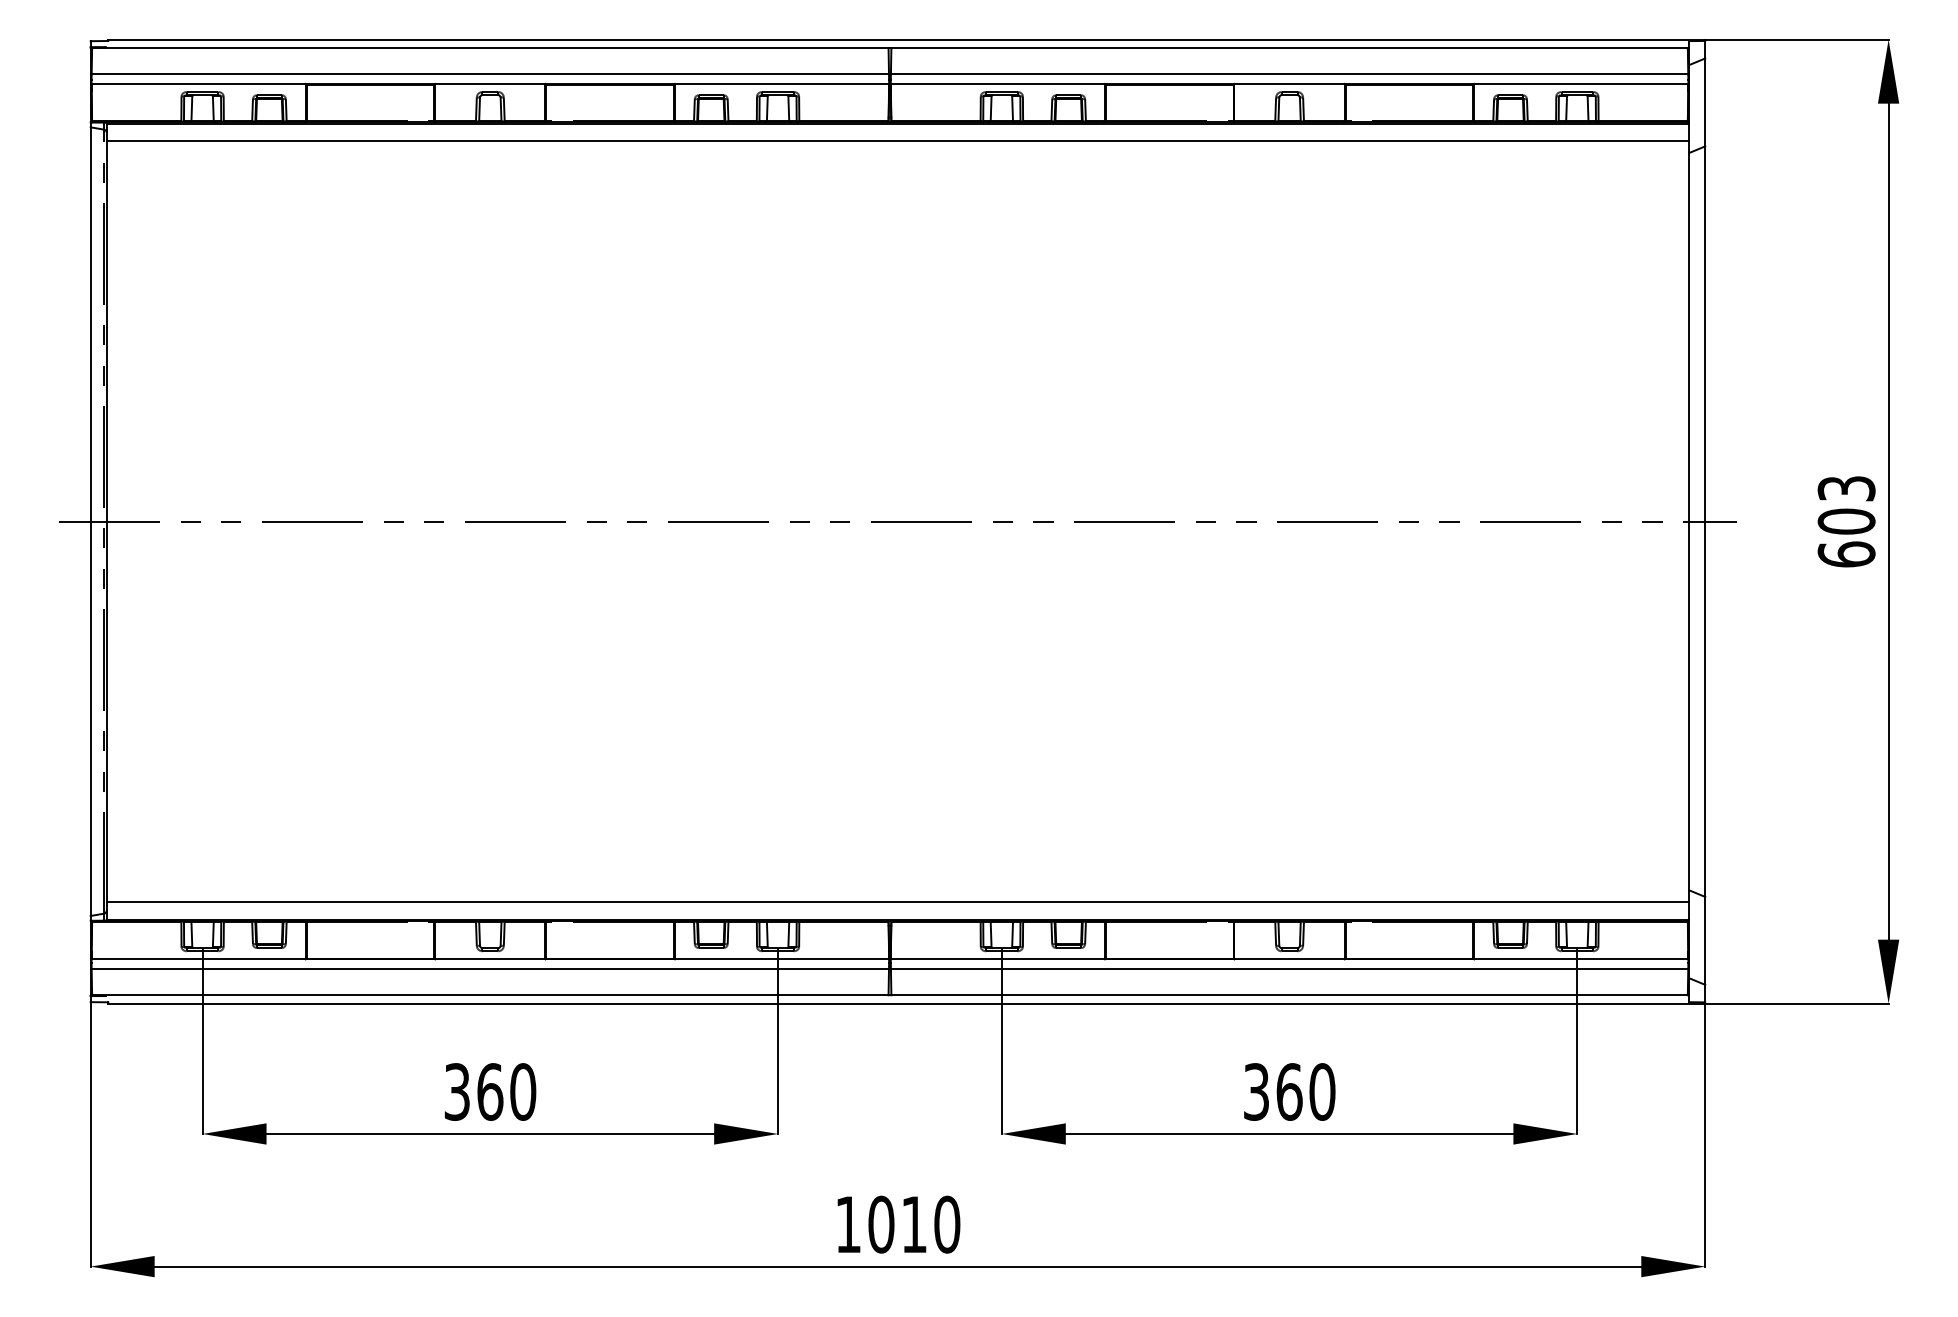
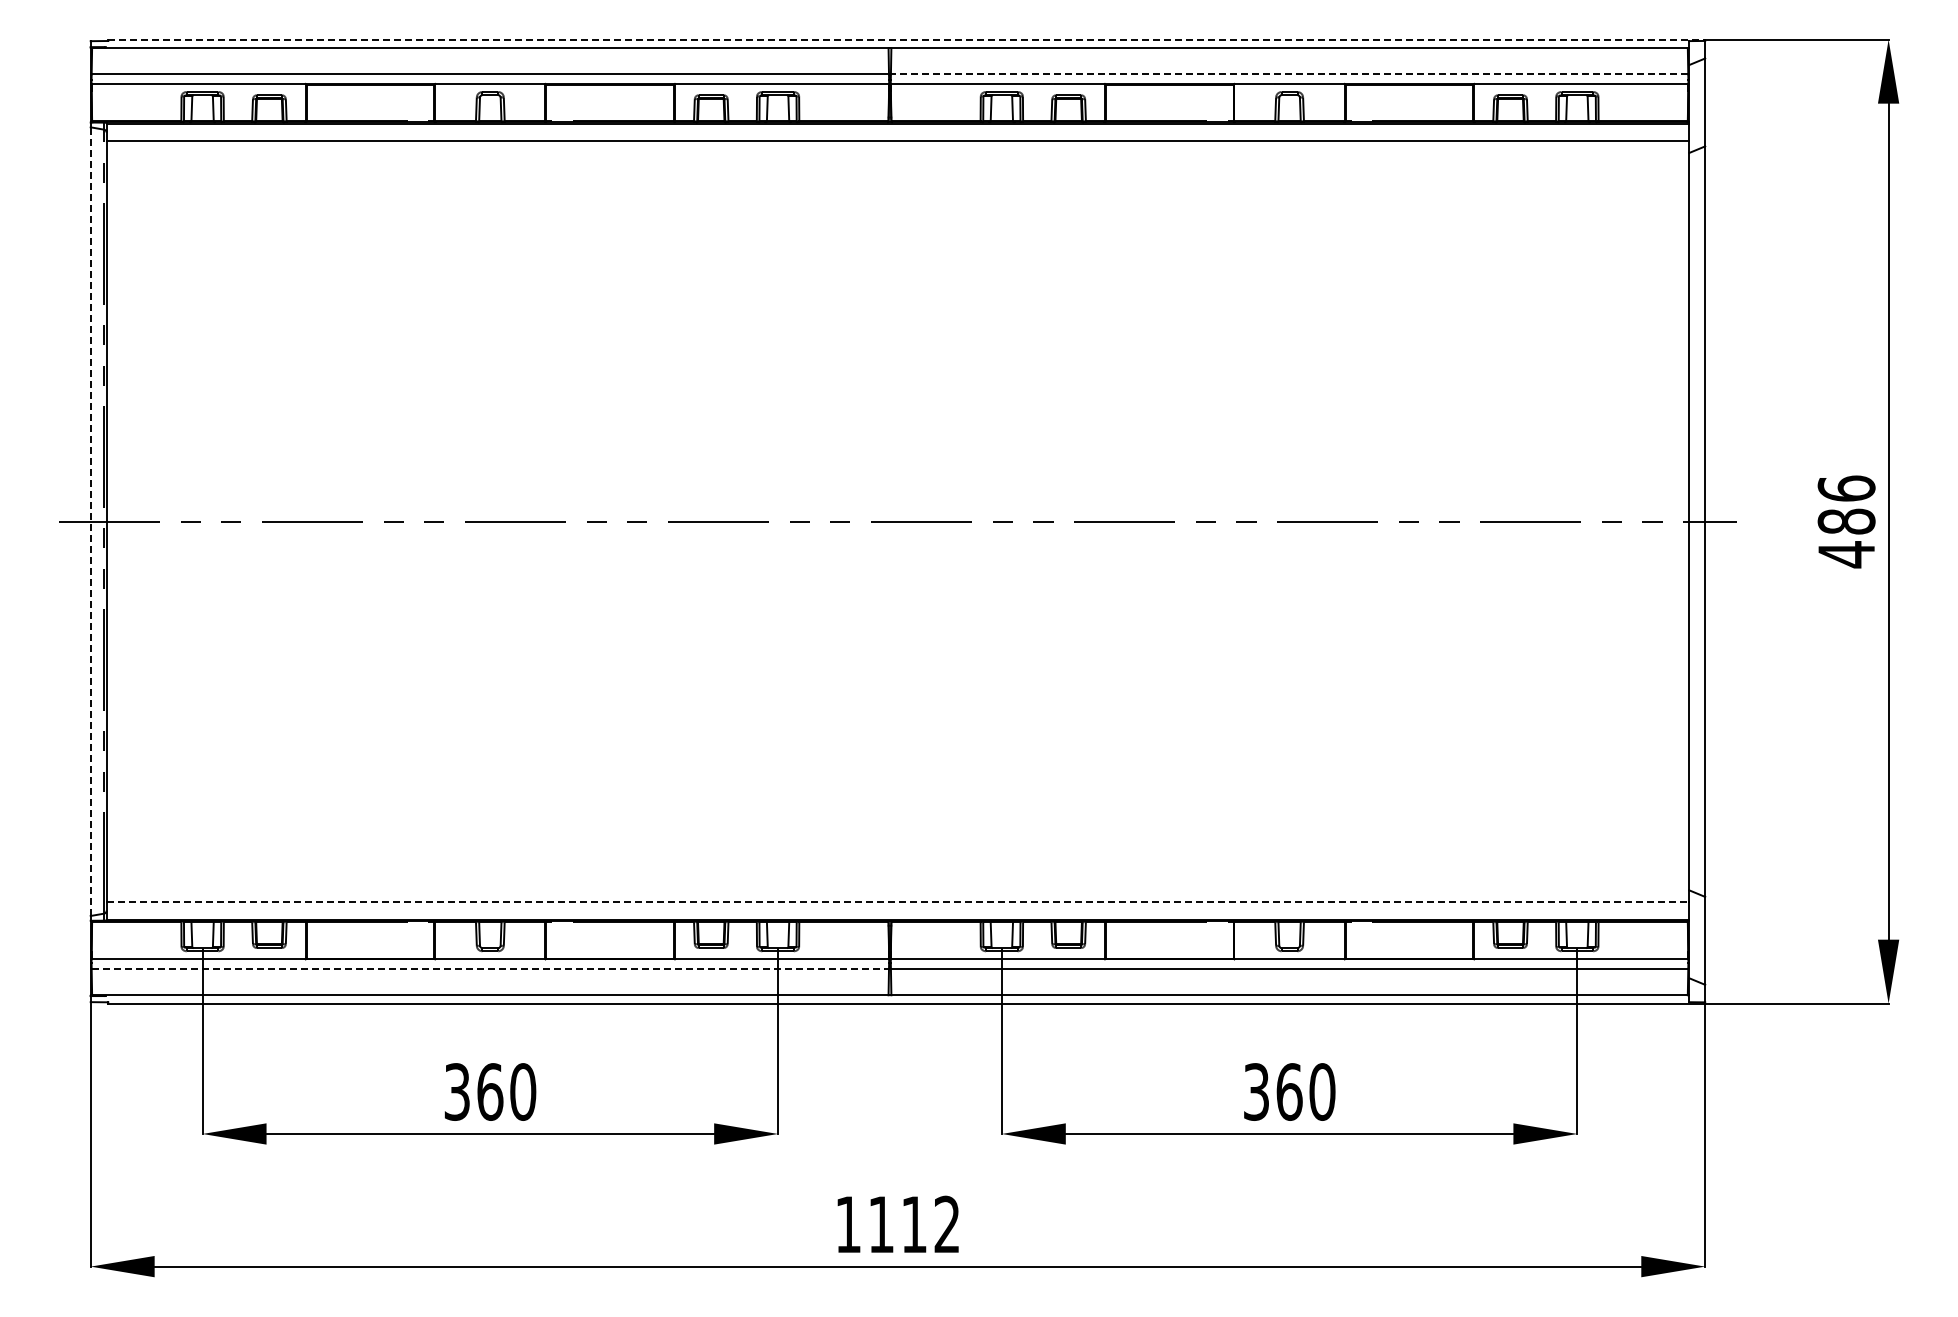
line at (907, 39): solid -> dashed
line at (1289, 74): solid -> dashed
line at (90, 521): solid -> dashed
text at (1846, 521): 603 -> 486
line at (898, 902): solid -> dashed
line at (490, 968): solid -> dashed
text at (914, 1224): 1010 -> 1112
